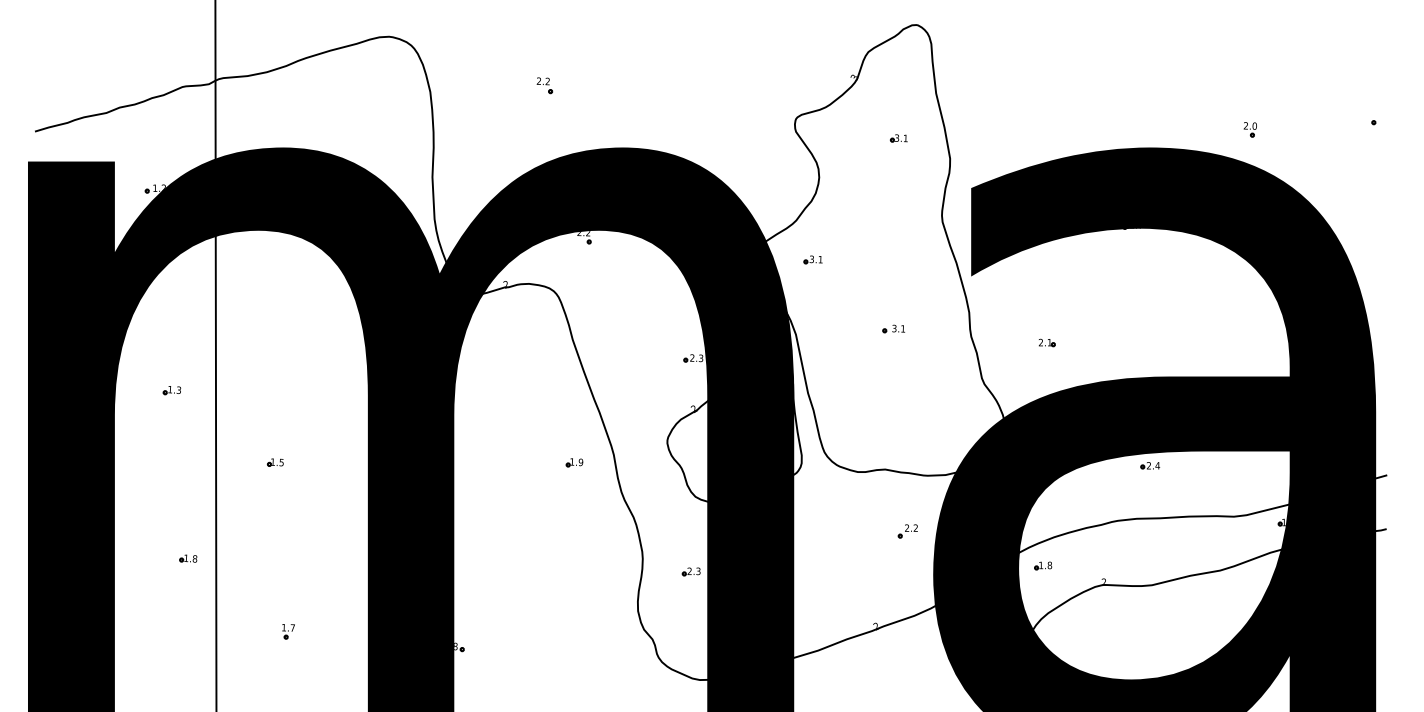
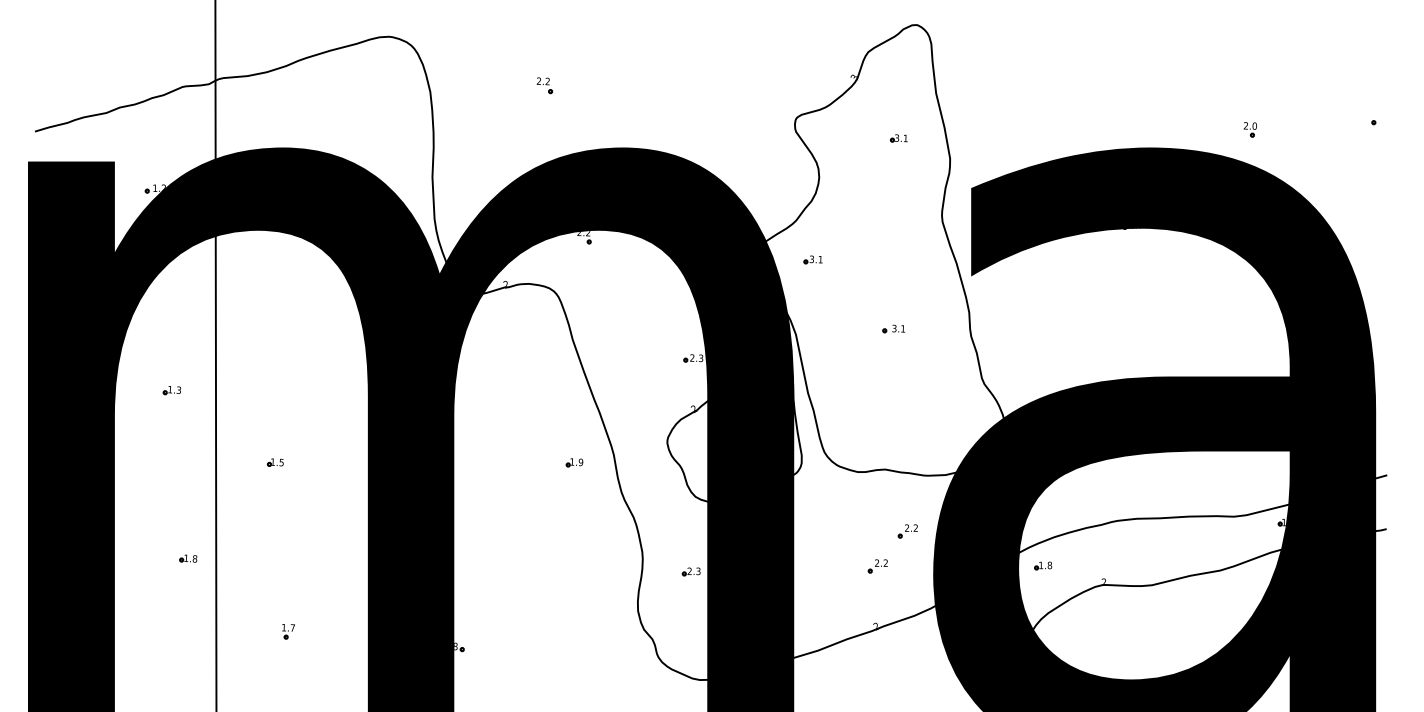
part at (1047, 342): present -> none
part at (1150, 465): present -> none
part at (877, 566): none -> present
